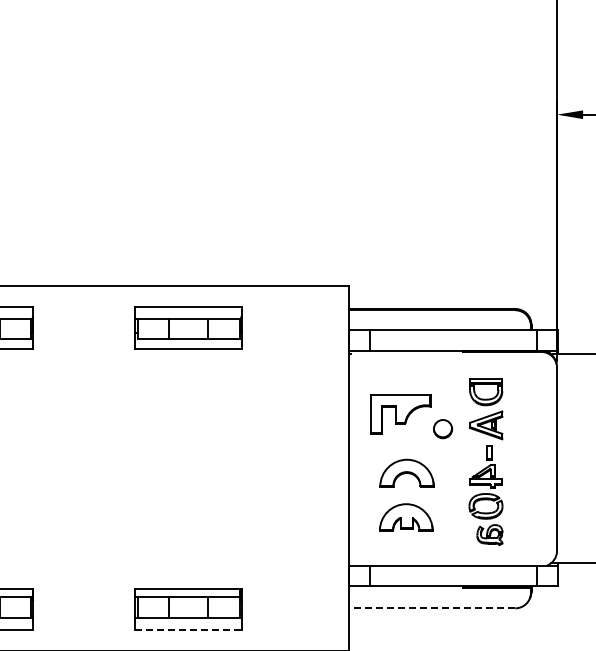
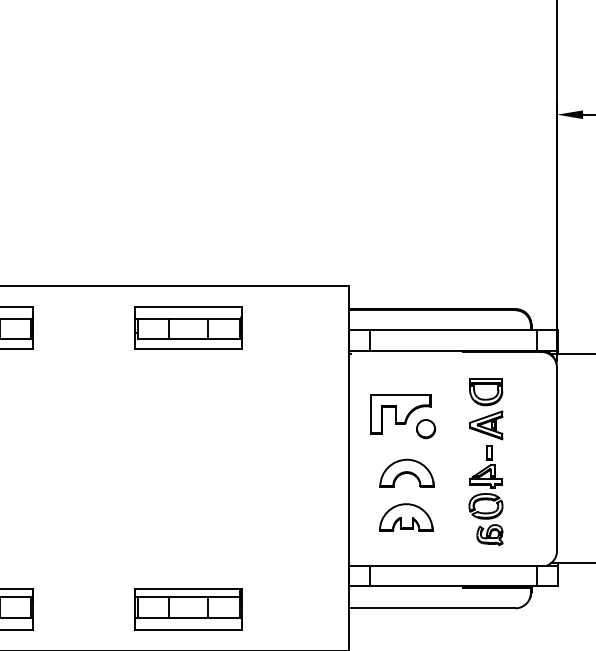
circle at (443, 429) position: (443, 429) -> (426, 429)
line at (431, 608): dashed -> solid
line at (189, 630): dashed -> solid
